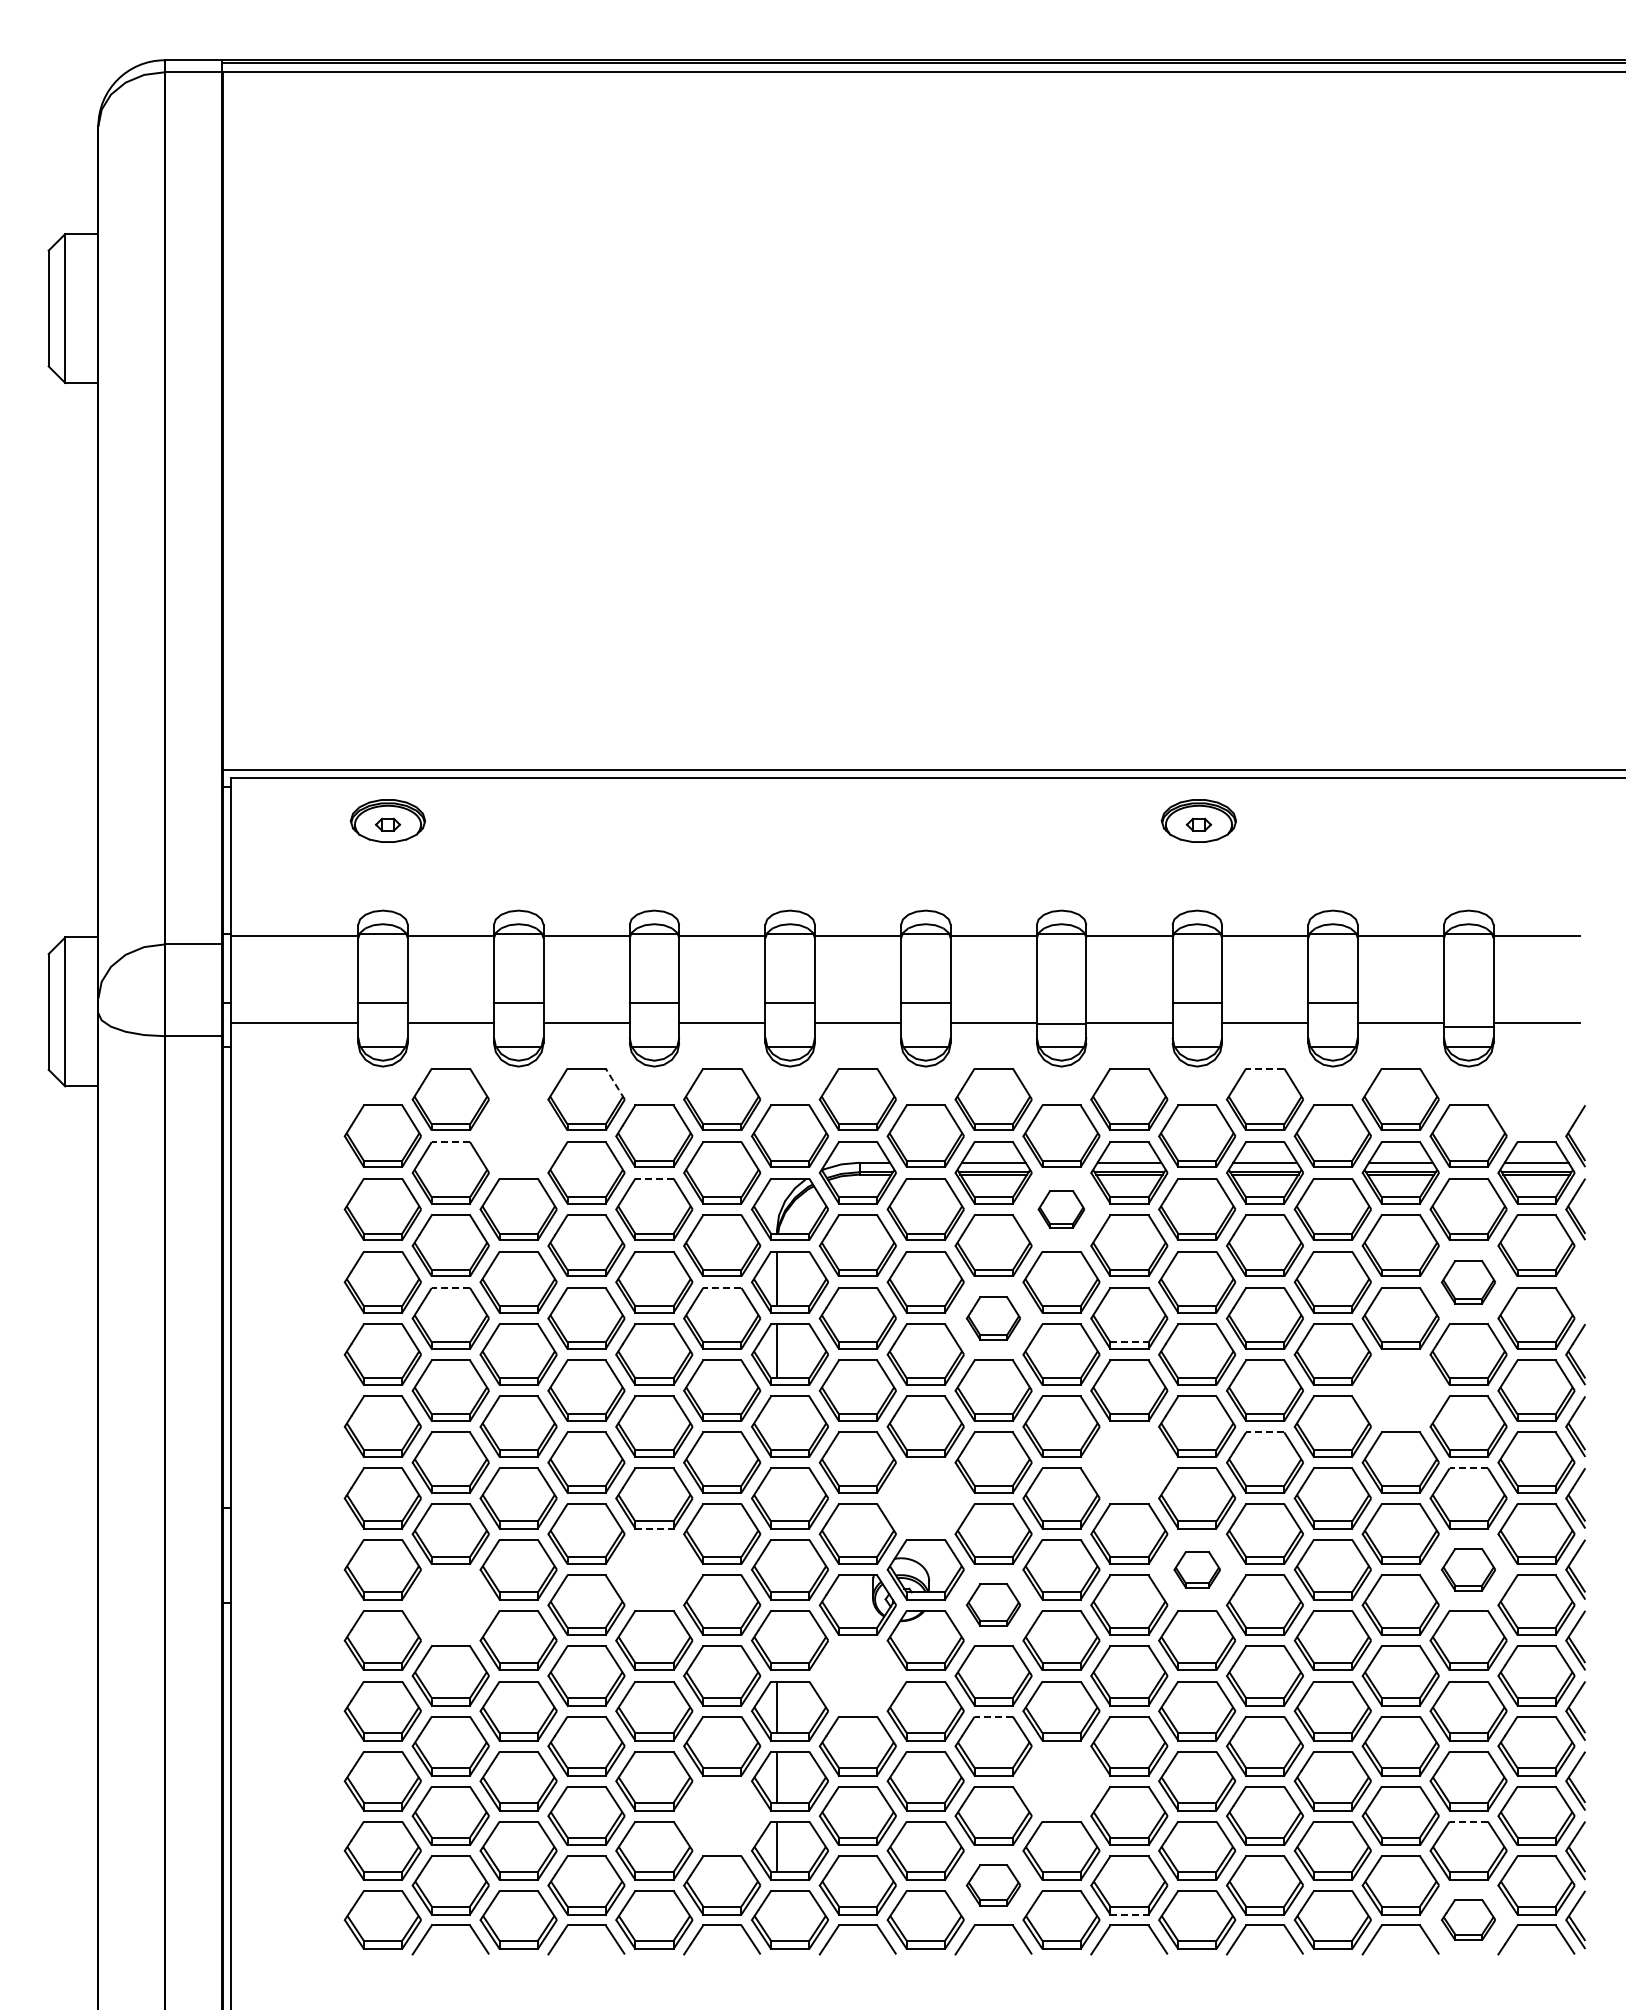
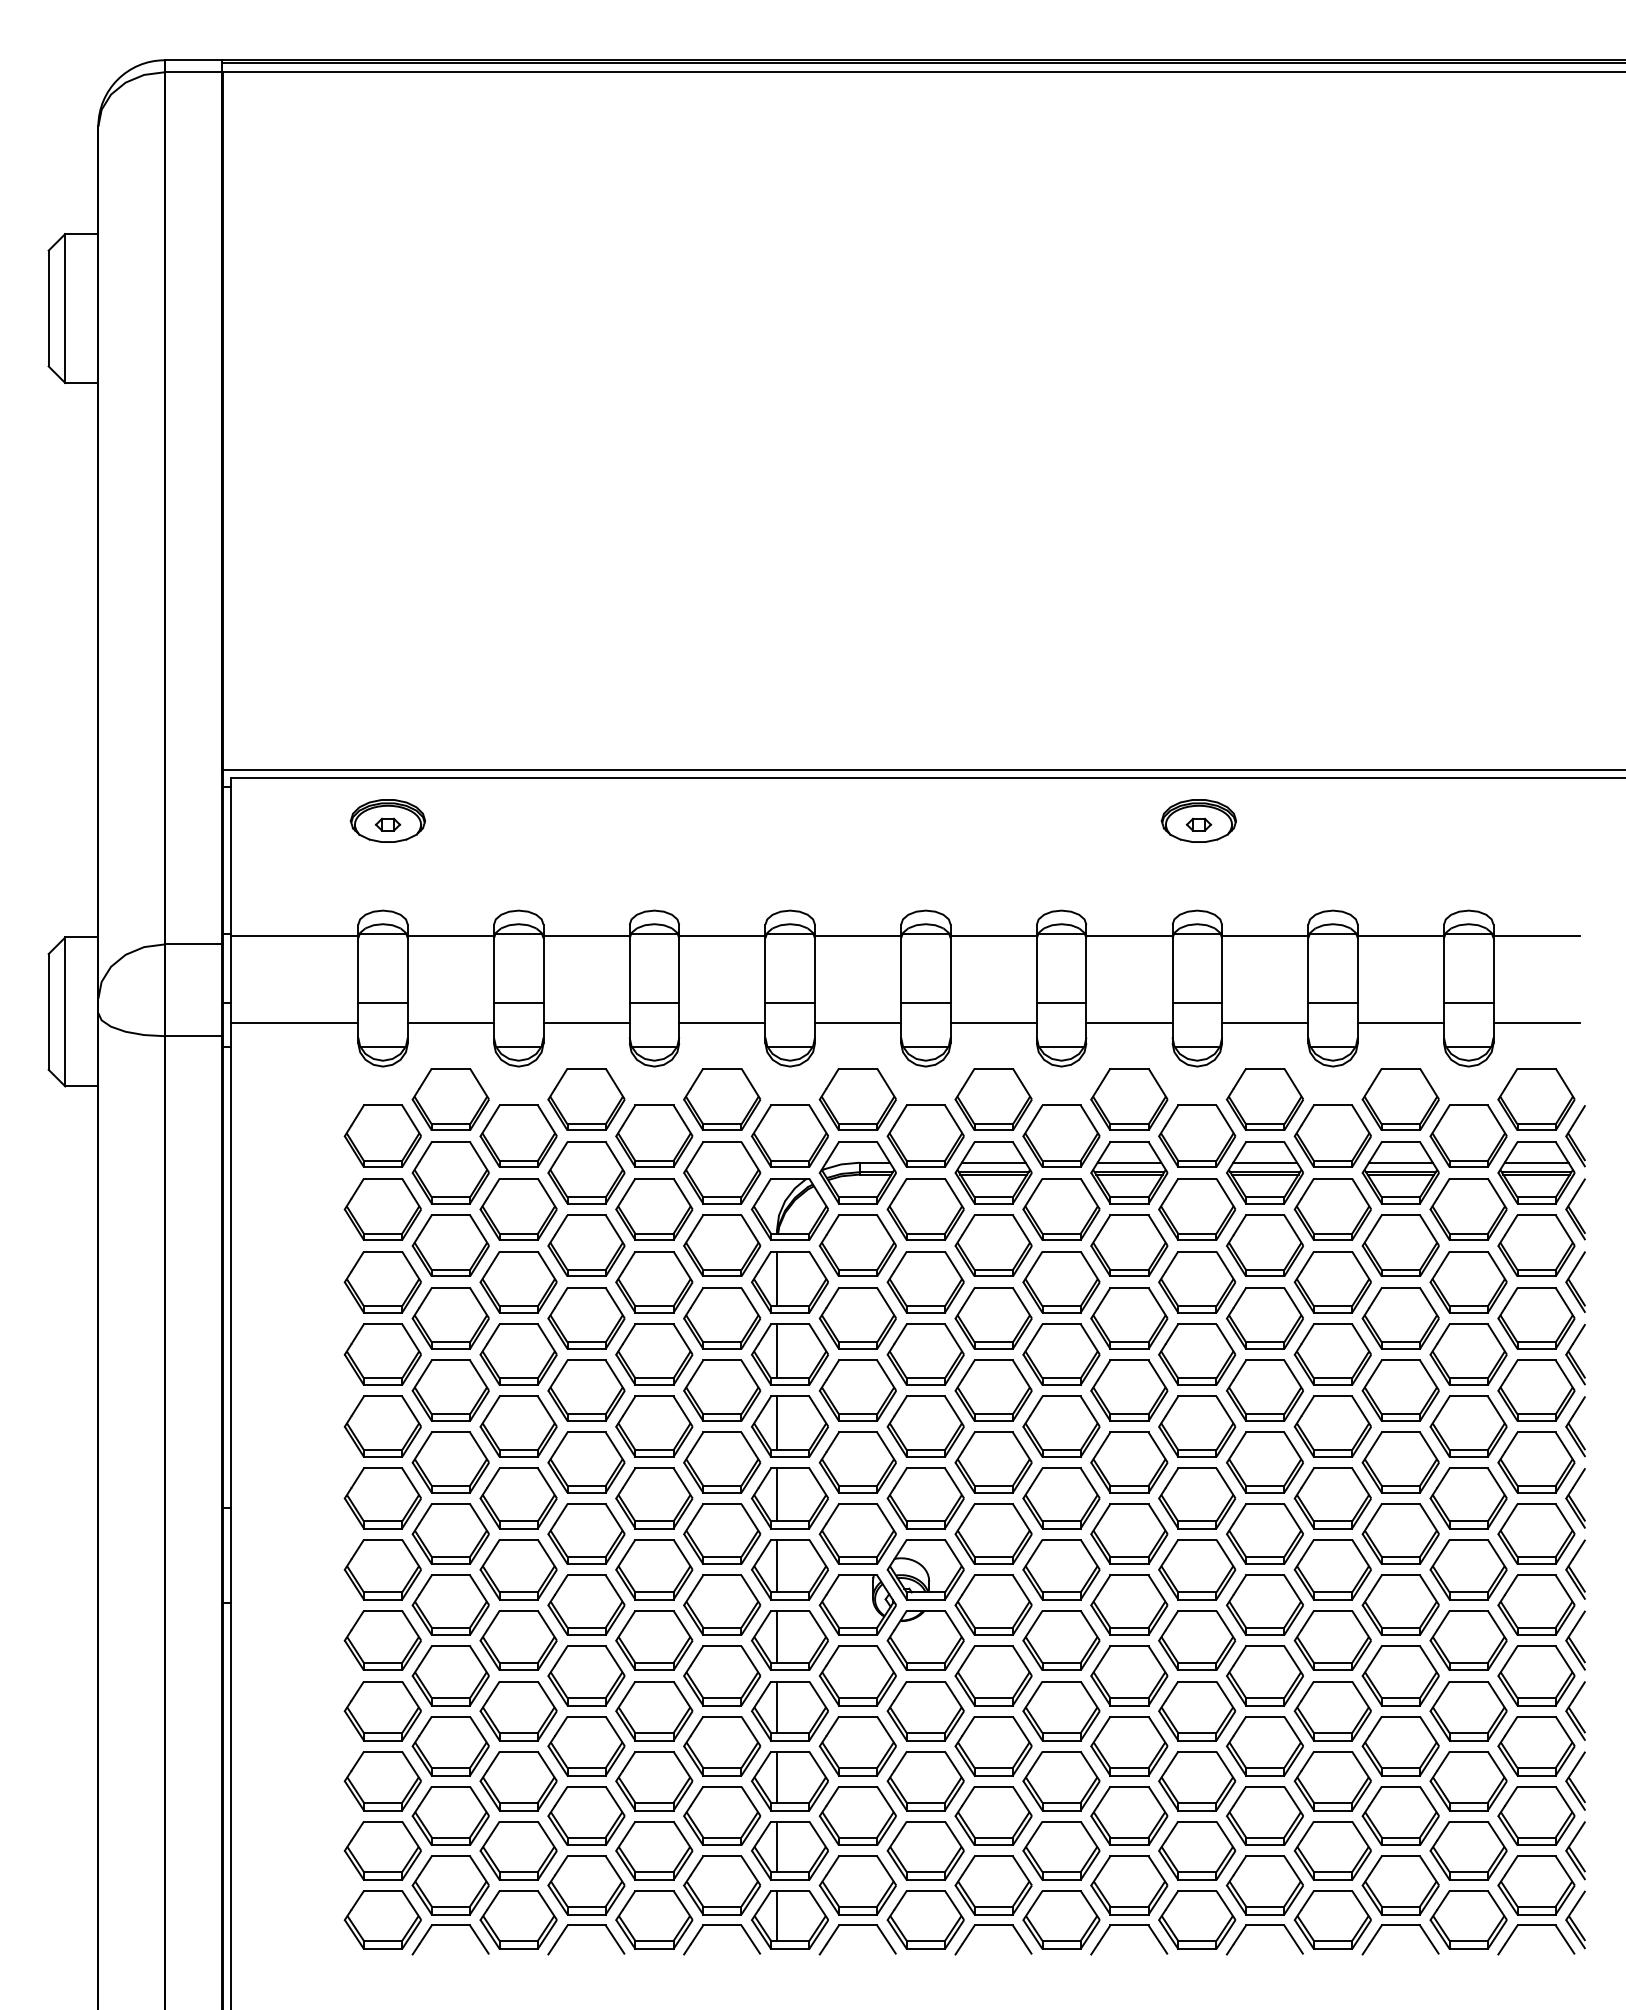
line at (1061, 1024) position: (1061, 1024) -> (1061, 1003)
line at (1468, 1027) position: (1468, 1027) -> (1468, 1003)
line at (1264, 1068): dashed -> solid
line at (615, 1083): dashed -> solid
part at (1536, 1099): none -> present
part at (518, 1135): none -> present
line at (450, 1142): dashed -> solid
line at (653, 1178): dashed -> solid
part at (1060, 1209) size: 48x39 px -> 79x63 px
part at (1575, 1281): none -> present
part at (1467, 1282) size: 56x45 px -> 79x63 px
line at (450, 1287): dashed -> solid
line at (721, 1287): dashed -> solid
part at (992, 1318) size: 56x45 px -> 79x63 px
line at (1129, 1342): dashed -> solid
part at (1400, 1390): none -> present
line at (776, 1423): none -> present
line at (1264, 1432): dashed -> solid
part at (1129, 1462): none -> present
line at (1468, 1468): dashed -> solid
line at (776, 1494): none -> present
part at (925, 1498): none -> present
line at (654, 1528): dashed -> solid
line at (776, 1565): none -> present
part at (654, 1569): none -> present
part at (1196, 1569) size: 48x38 px -> 79x62 px
part at (1468, 1569) size: 55x44 px -> 79x62 px
part at (450, 1604): none -> present
part at (992, 1604) size: 56x44 px -> 79x62 px
line at (776, 1636): none -> present
part at (857, 1675): none -> present
line at (993, 1716): dashed -> solid
part at (1061, 1781): none -> present
part at (722, 1815): none -> present
line at (1468, 1821): dashed -> solid
part at (992, 1885) size: 56x43 px -> 79x61 px
line at (1129, 1914): dashed -> solid
line at (776, 1915): none -> present
part at (1467, 1919) size: 56x42 px -> 79x60 px
